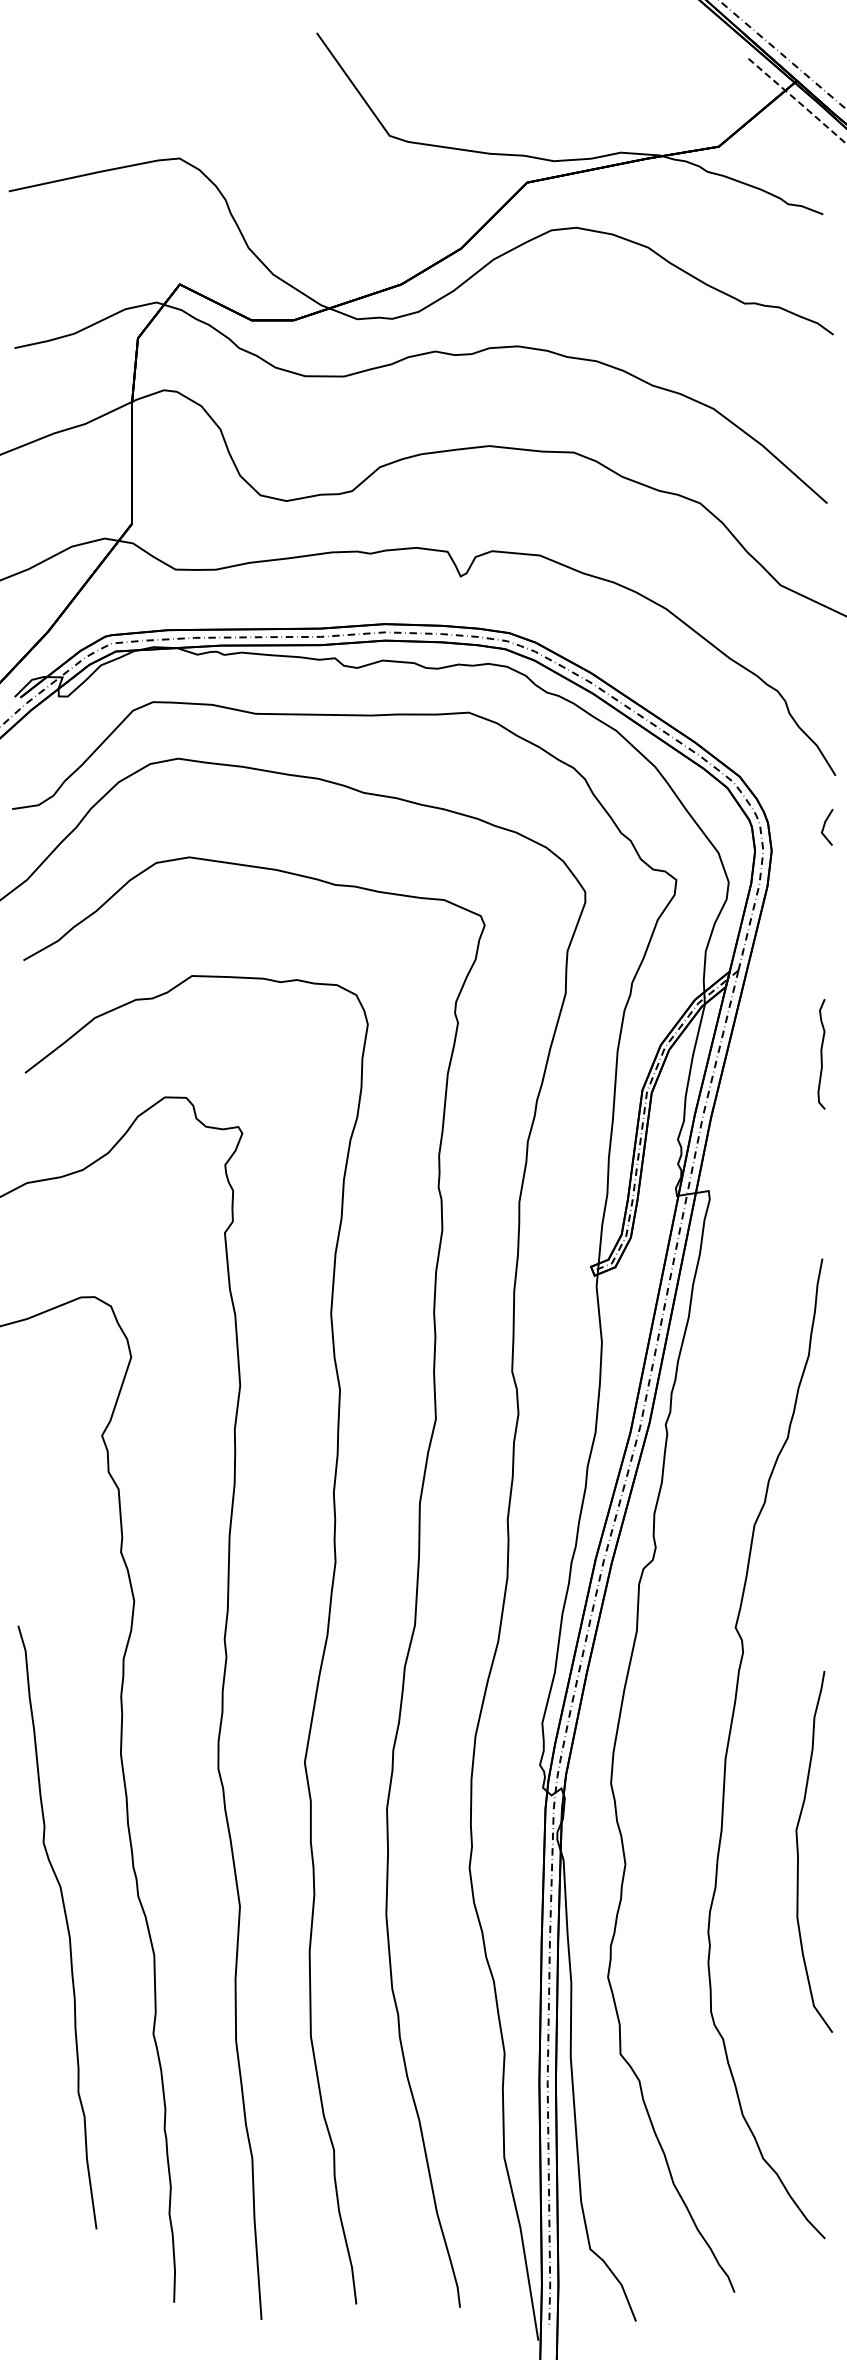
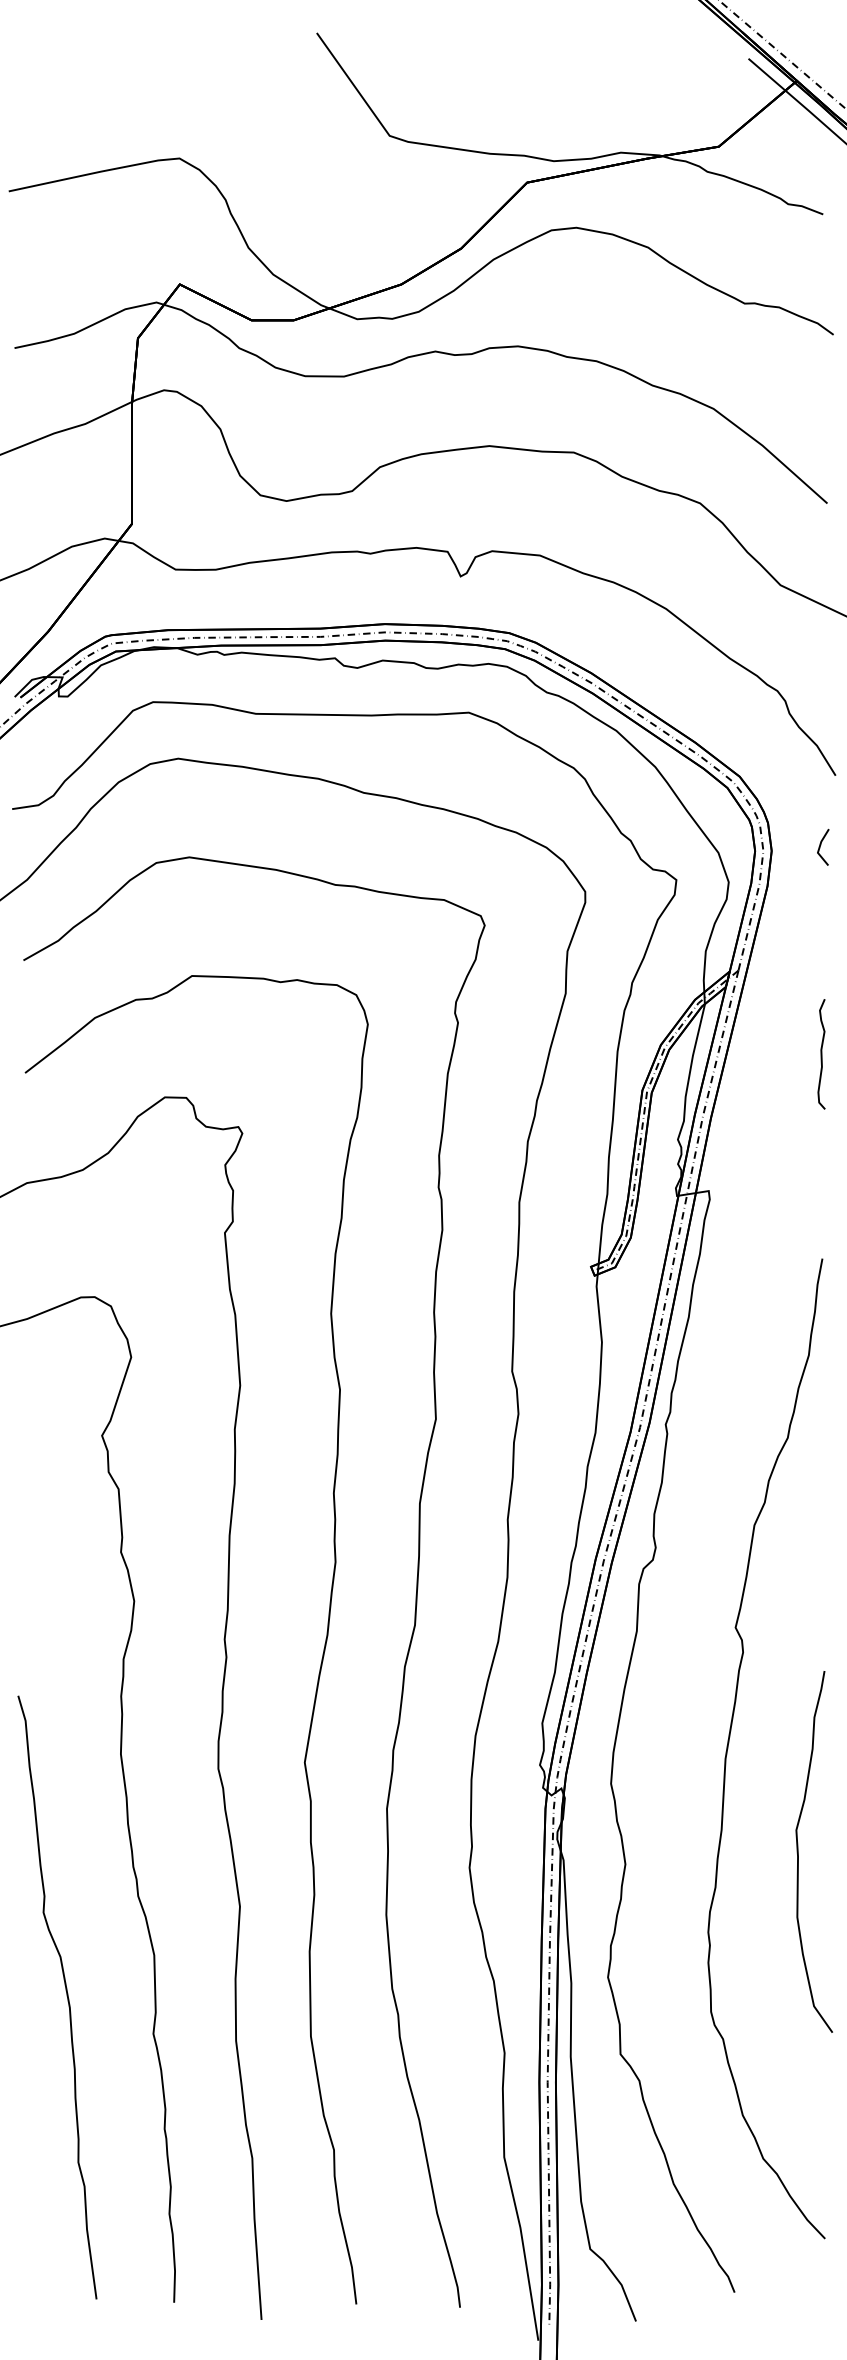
line at (798, 101): dashed -> solid
line at (825, 825) position: (825, 825) -> (821, 845)
curve at (66, 1926) position: (66, 1926) -> (66, 1996)
